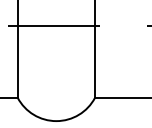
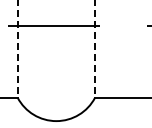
line at (17, 49): solid -> dashed
line at (95, 49): solid -> dashed
